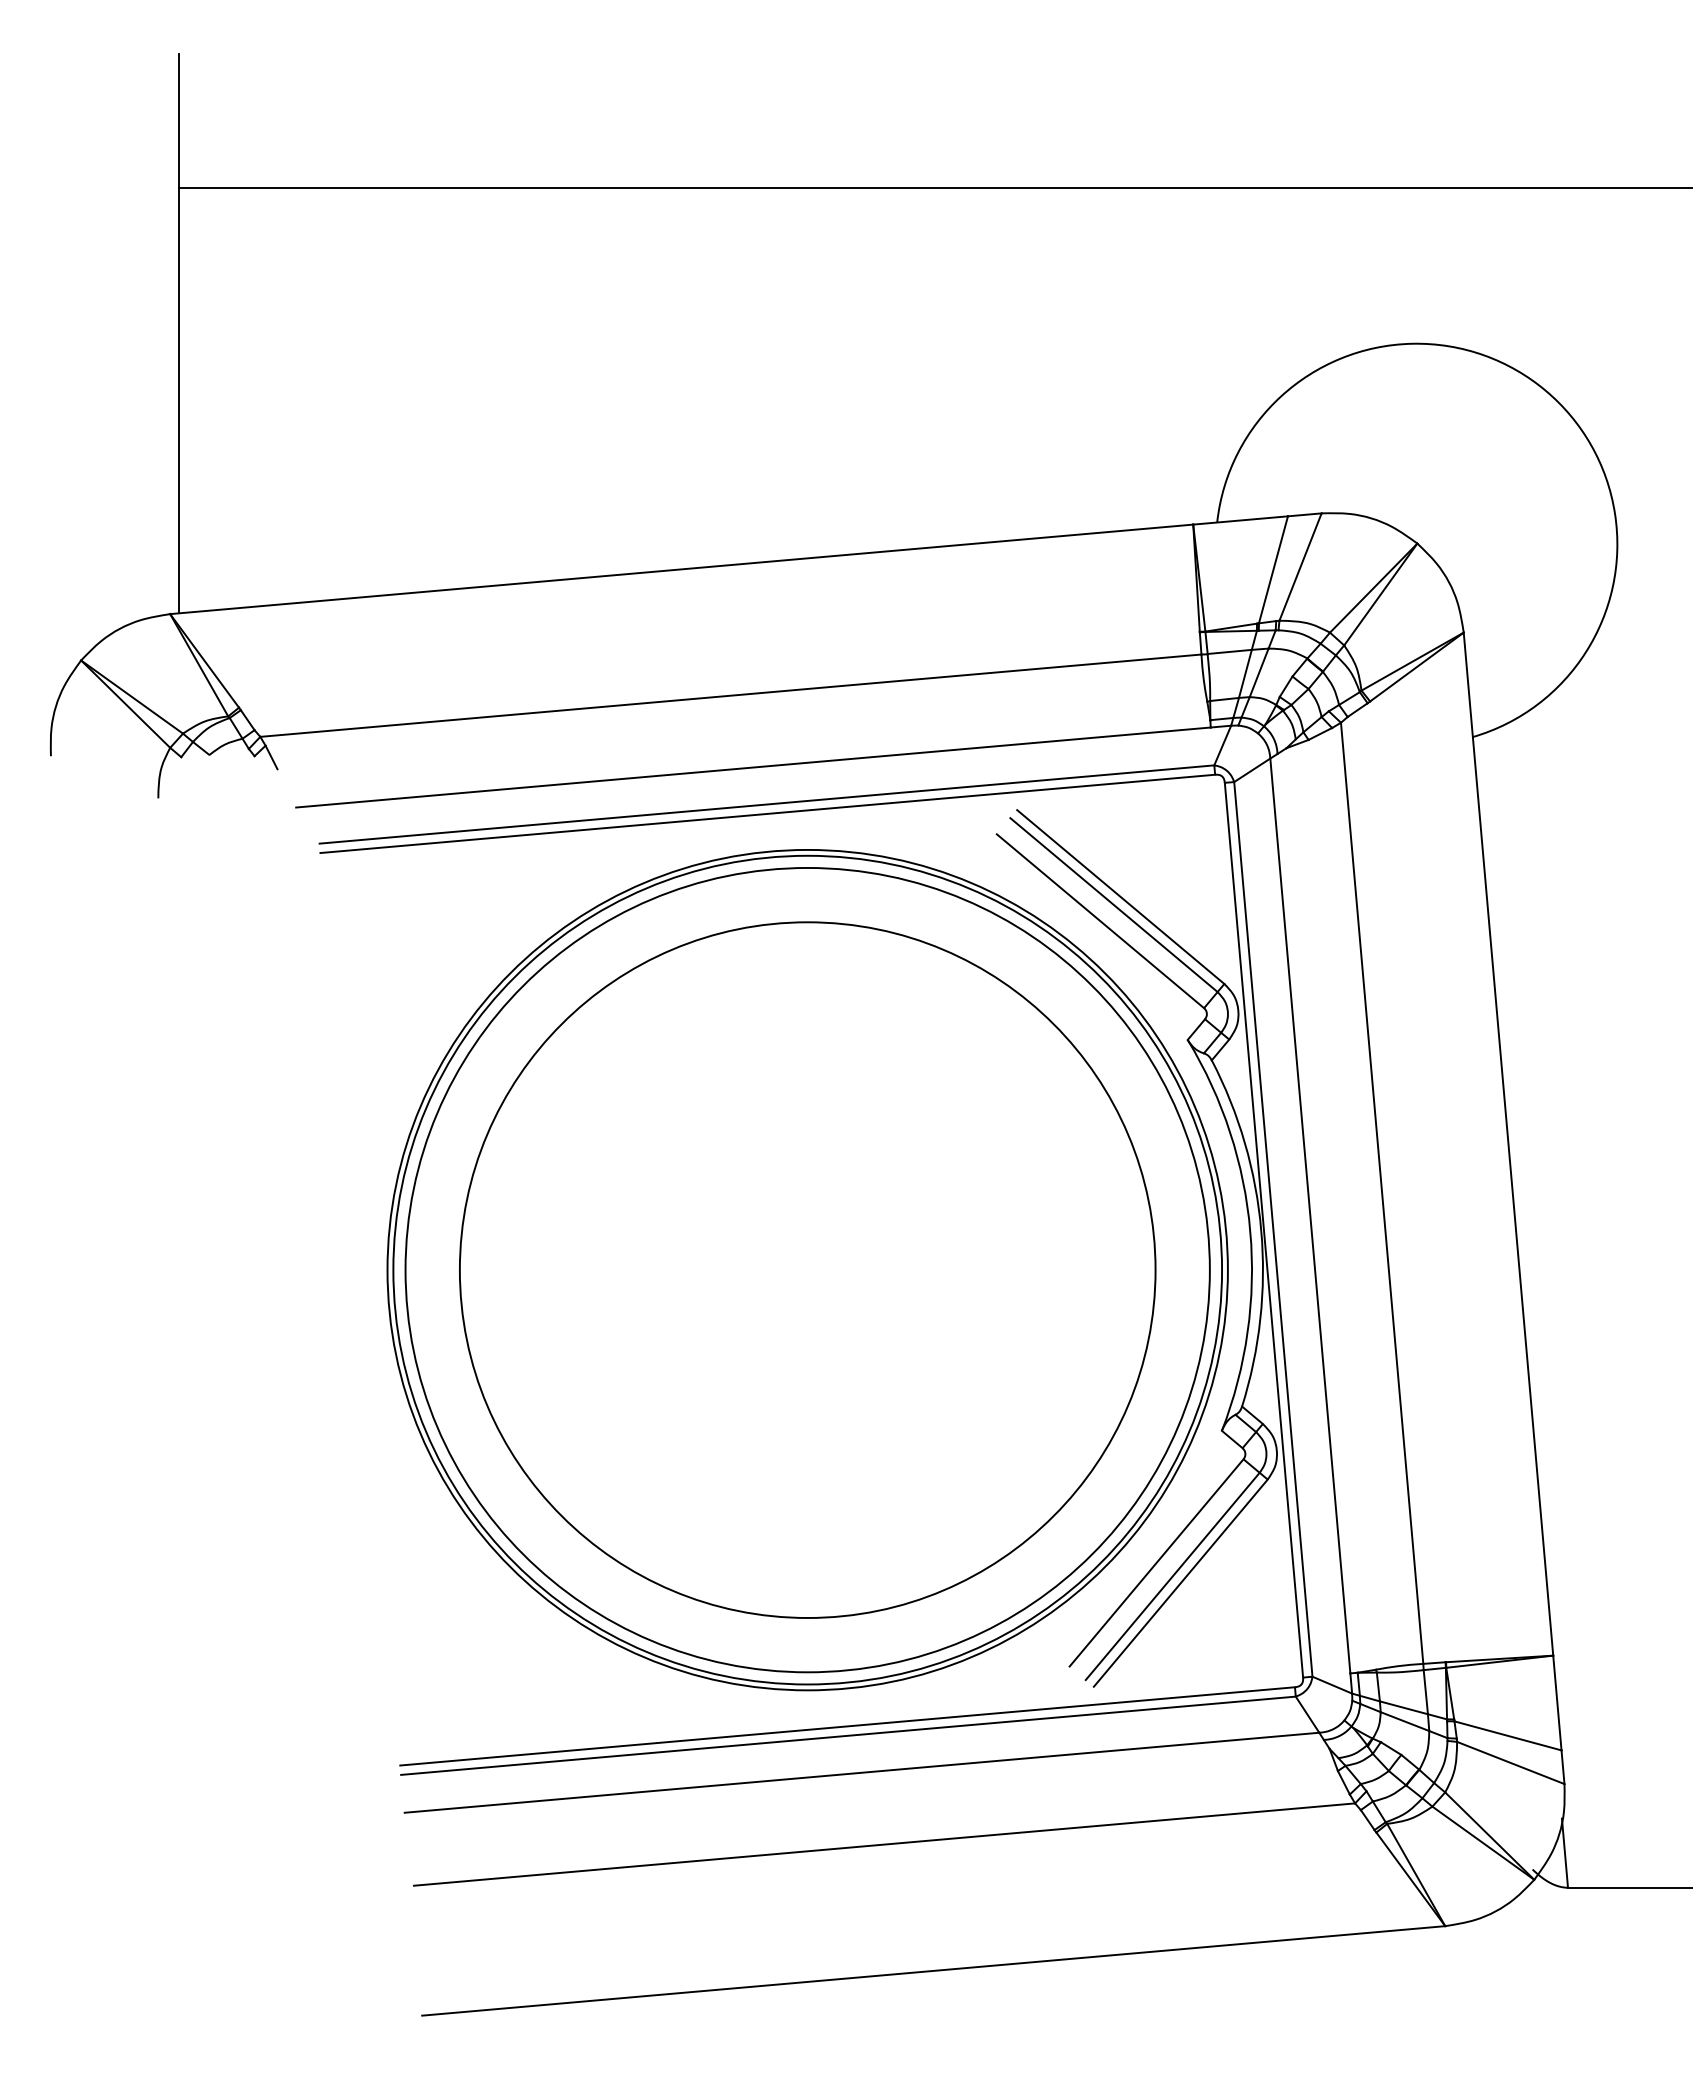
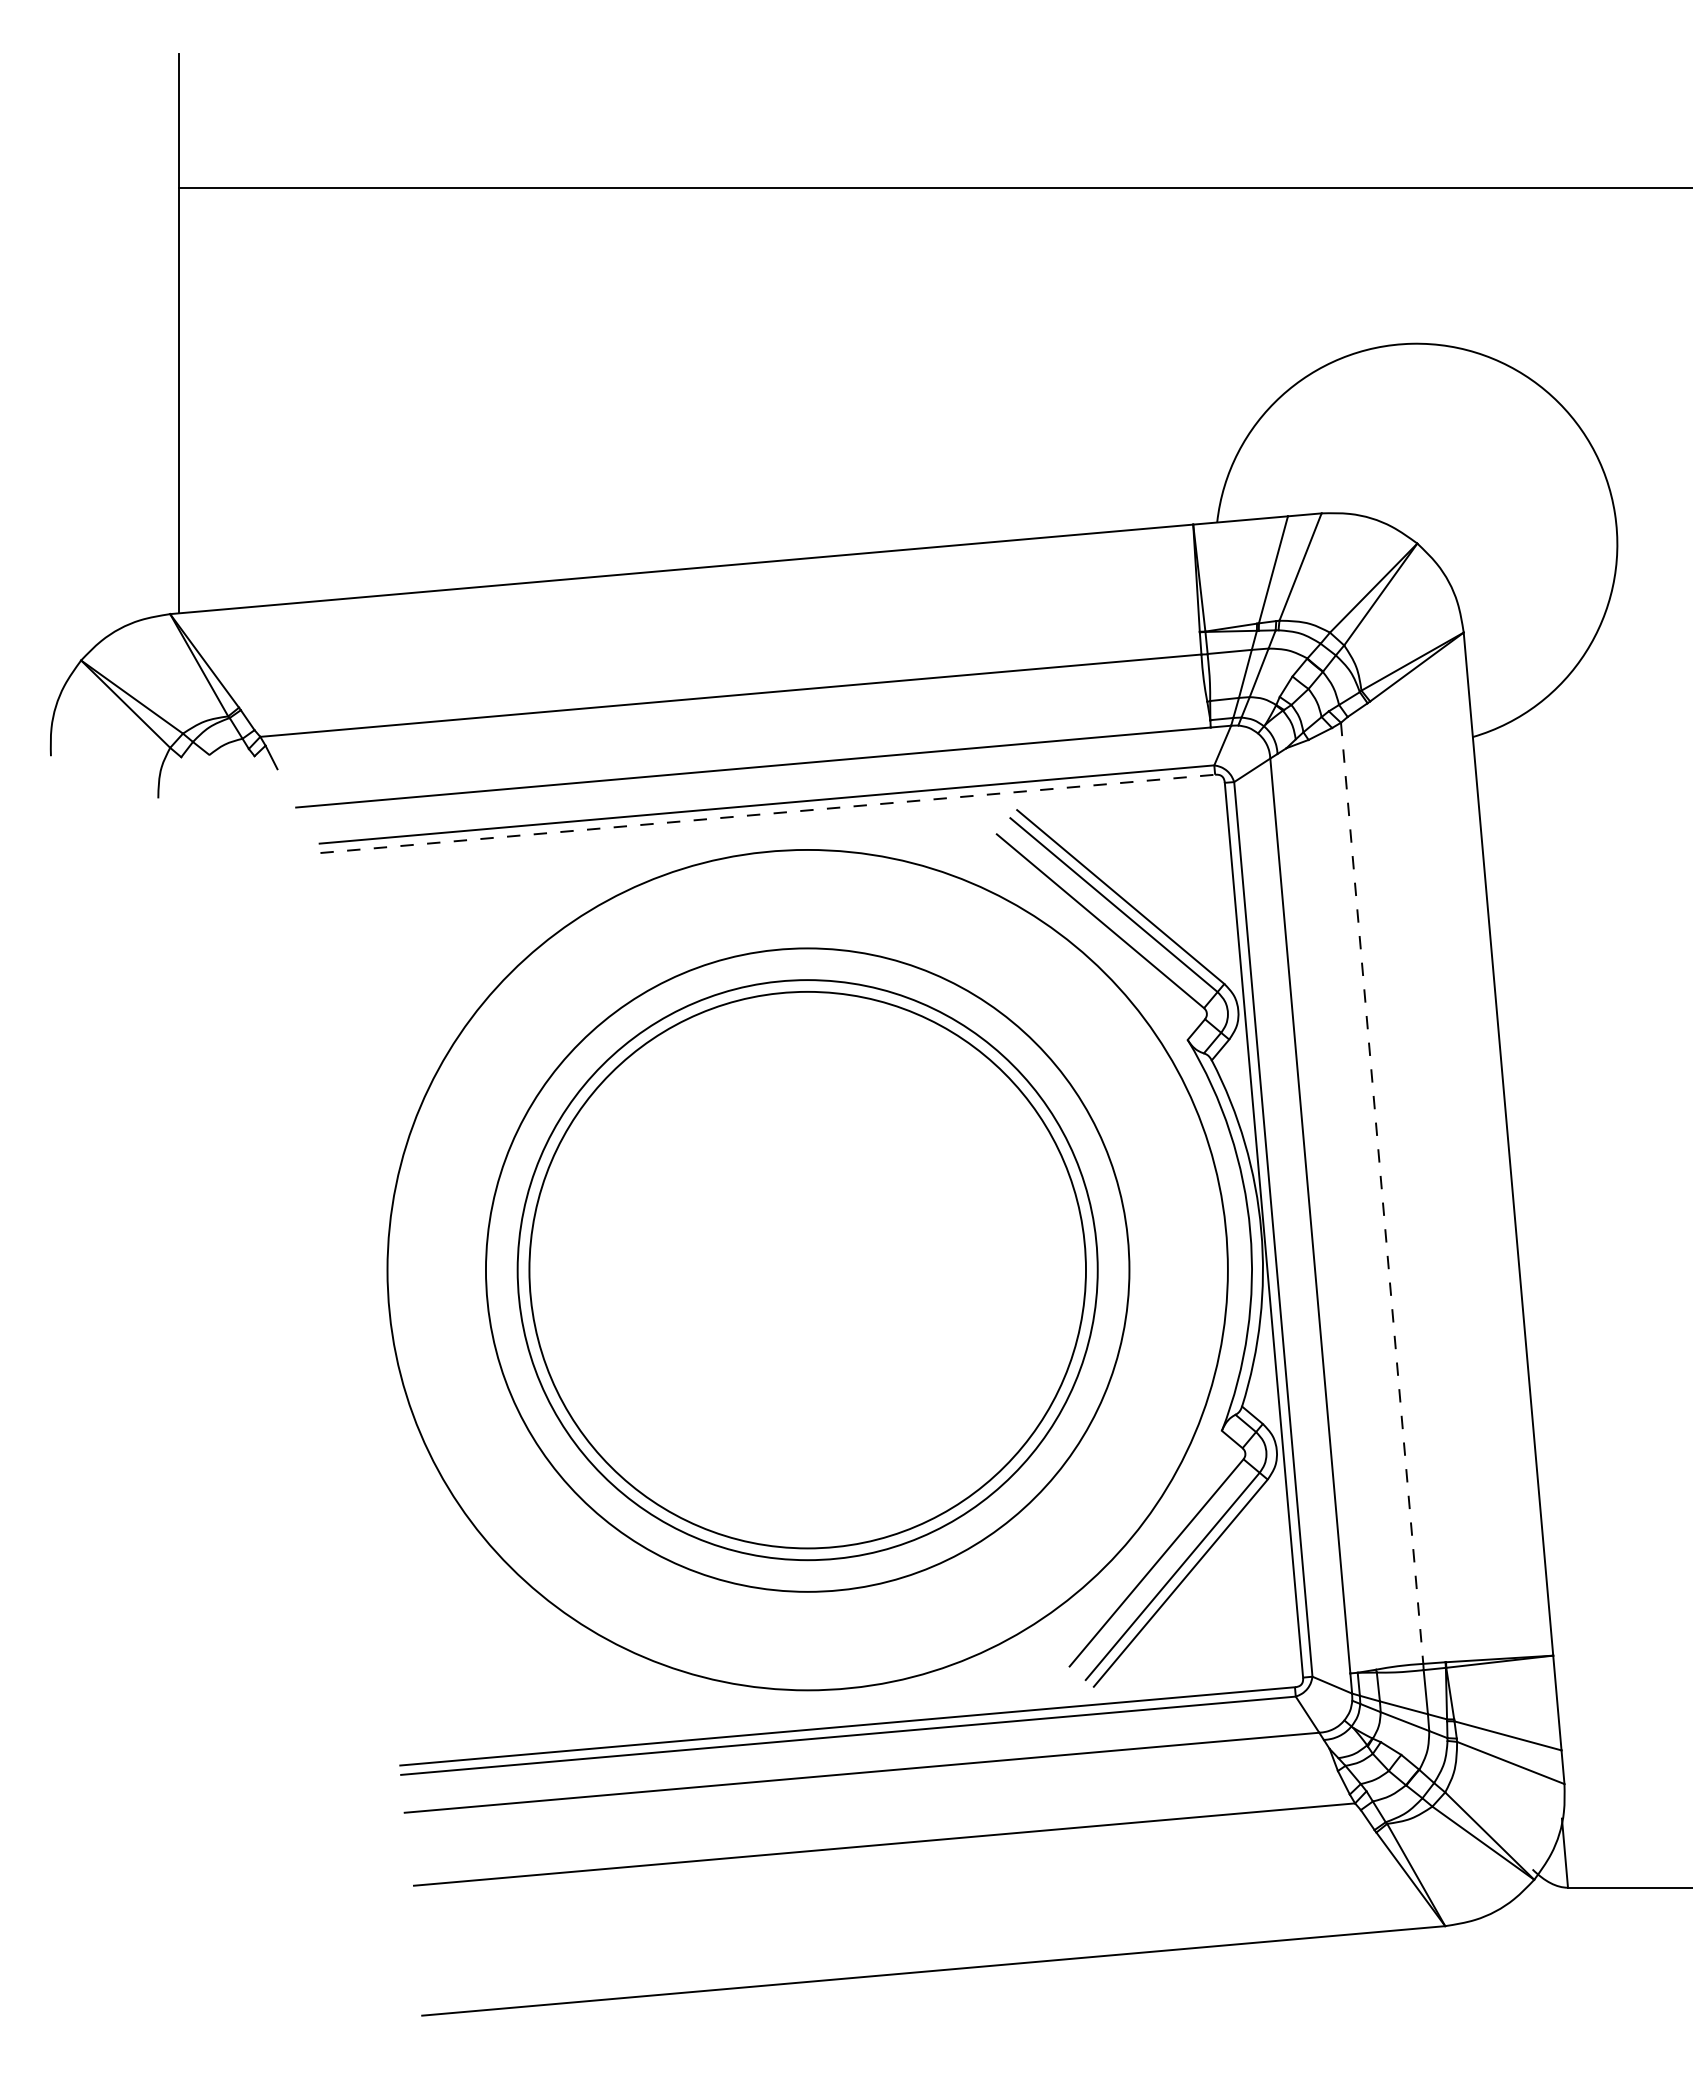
line at (768, 813): solid -> dashed
line at (1382, 1193): solid -> dashed
circle at (807, 1269) diameter: 696 px -> 557 px
circle at (807, 1269) diameter: 804 px -> 643 px
circle at (807, 1269) diameter: 829 px -> 580 px
